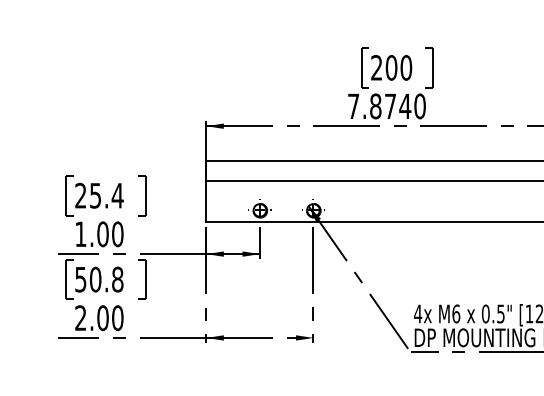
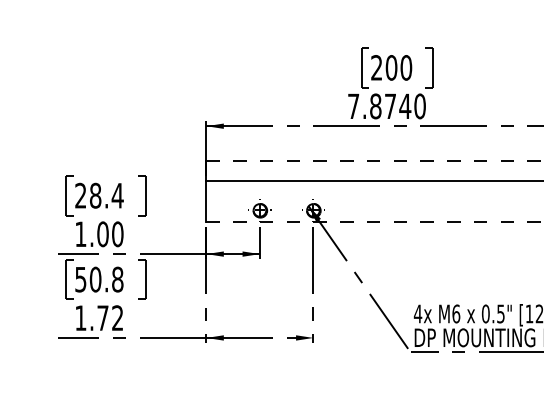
line at (375, 160): solid -> dashed
text at (95, 195): 25.4 -> 28.4
line at (375, 222): solid -> dashed
text at (99, 318): 2.00 -> 1.72
